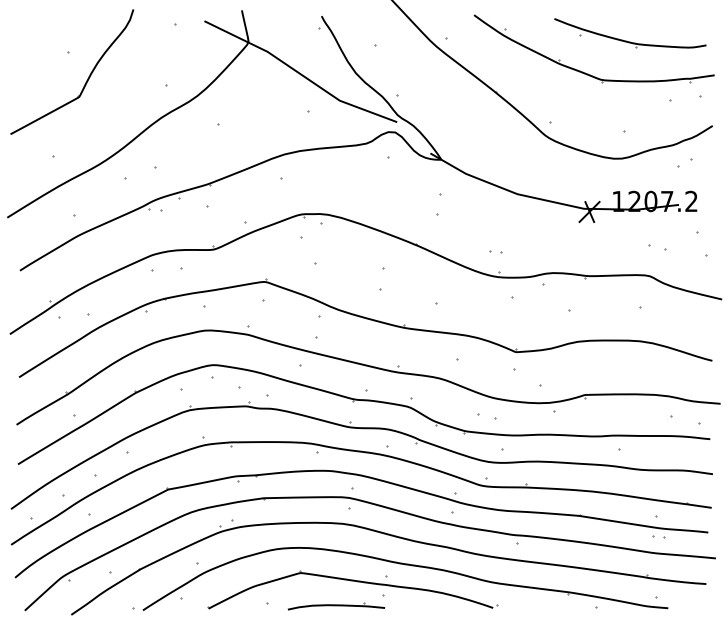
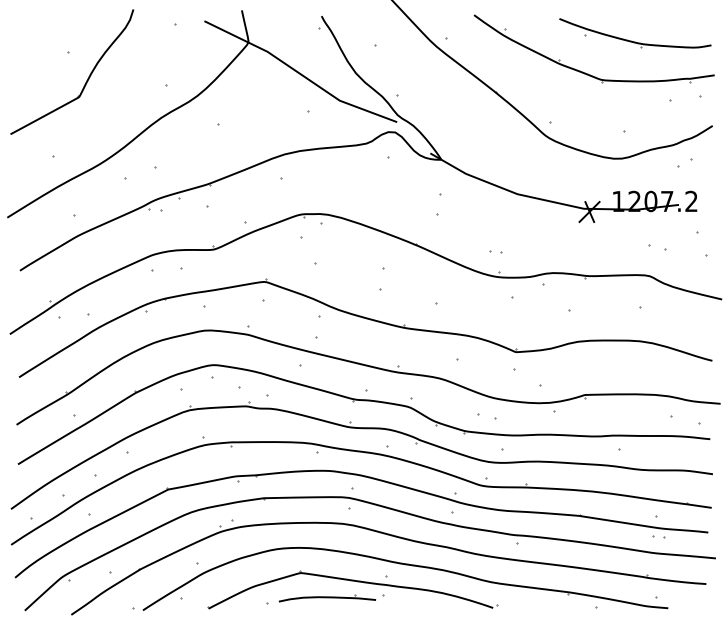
part at (630, 41) position: (630, 41) -> (635, 41)
part at (336, 606) position: (336, 606) -> (327, 598)
